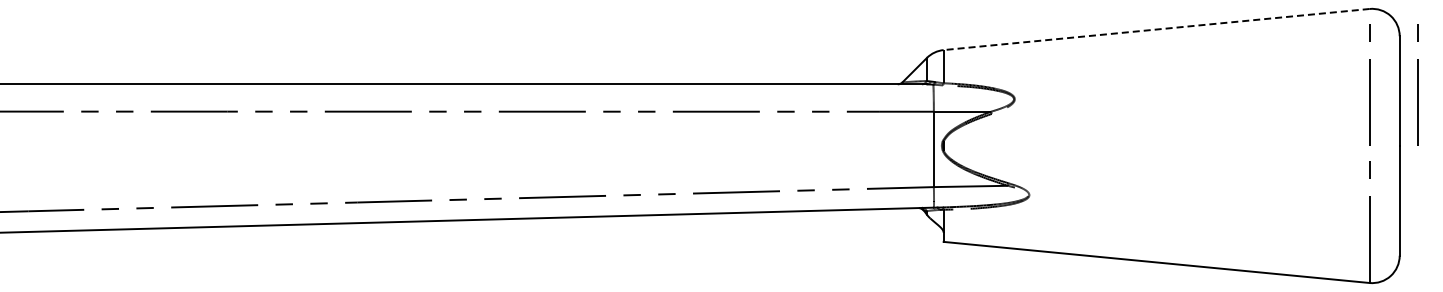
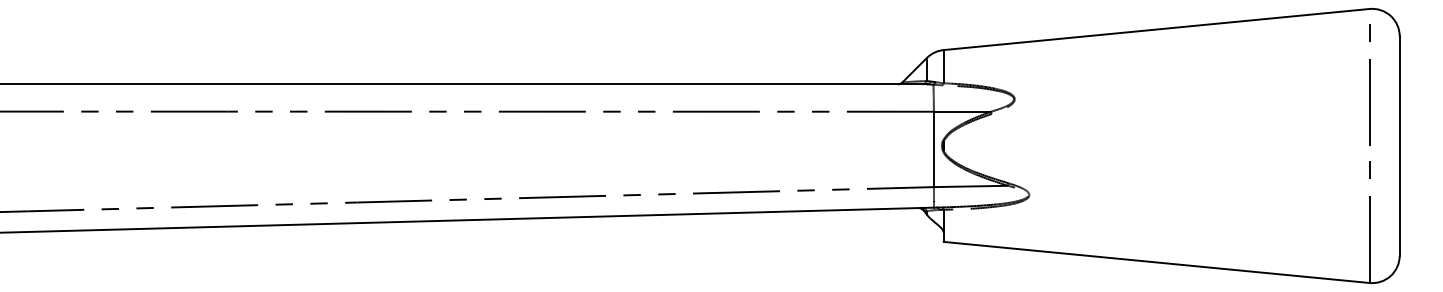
line at (1156, 29): dashed -> solid
line at (1417, 84): present -> none
